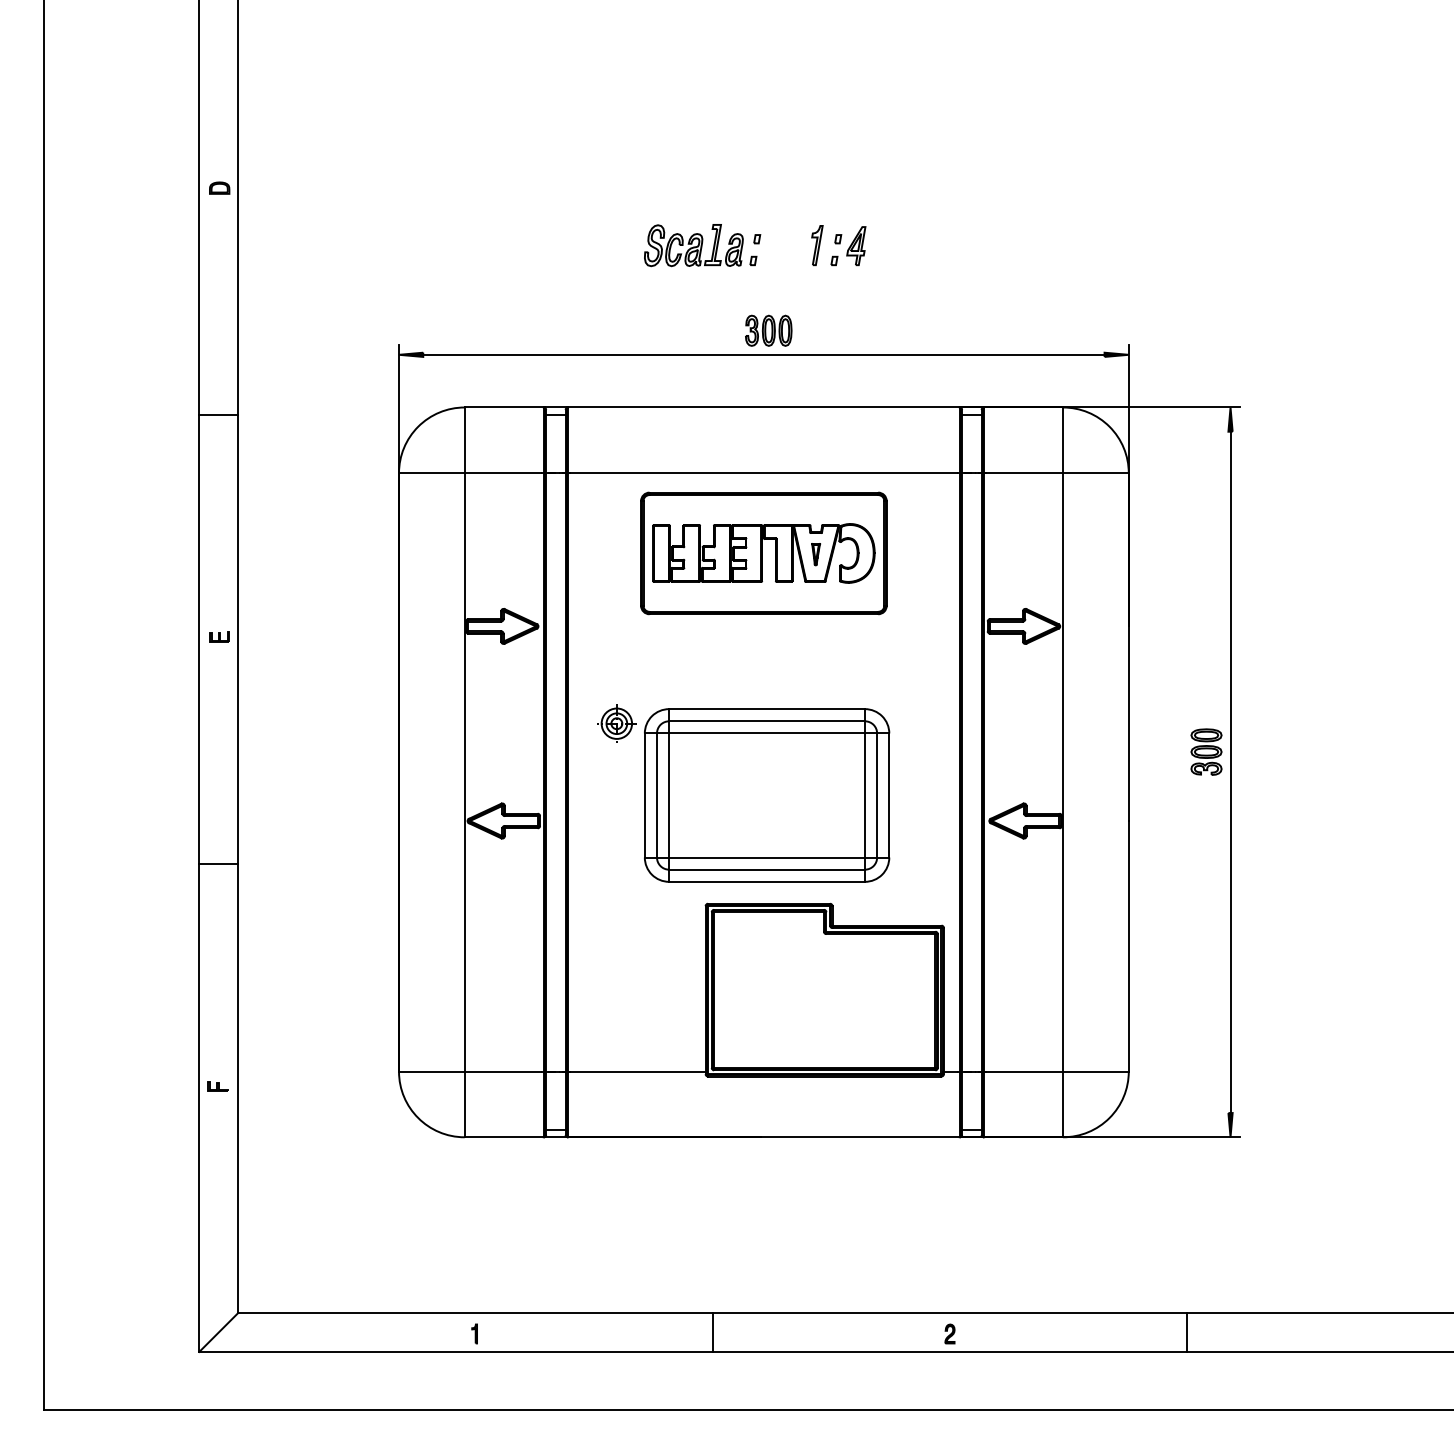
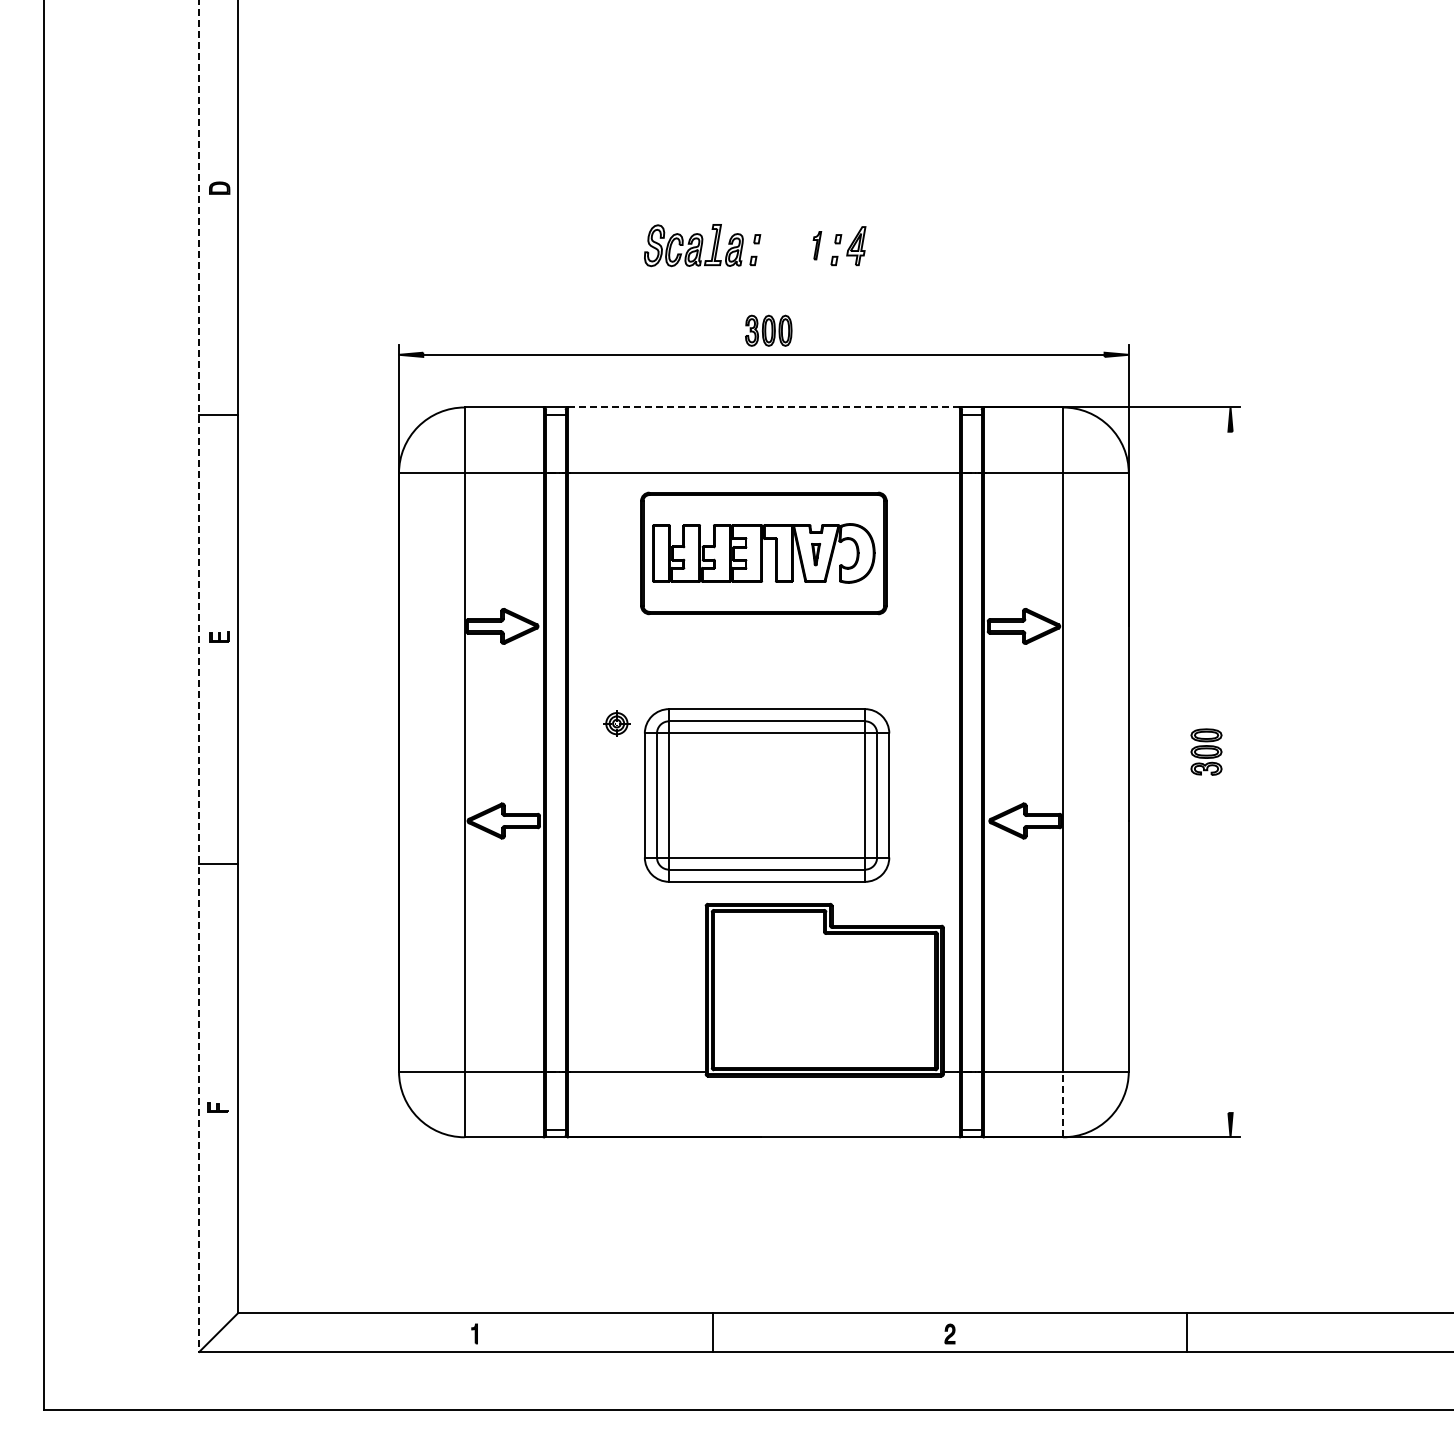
part at (817, 245) size: 13x42 px -> 11x30 px
line at (763, 407): solid -> dashed
line at (199, 676): solid -> dashed
part at (616, 723) size: 40x39 px -> 28x27 px
line at (1230, 772): present -> none
part at (217, 1086) position: (217, 1086) -> (217, 1107)
line at (1063, 1104): solid -> dashed
